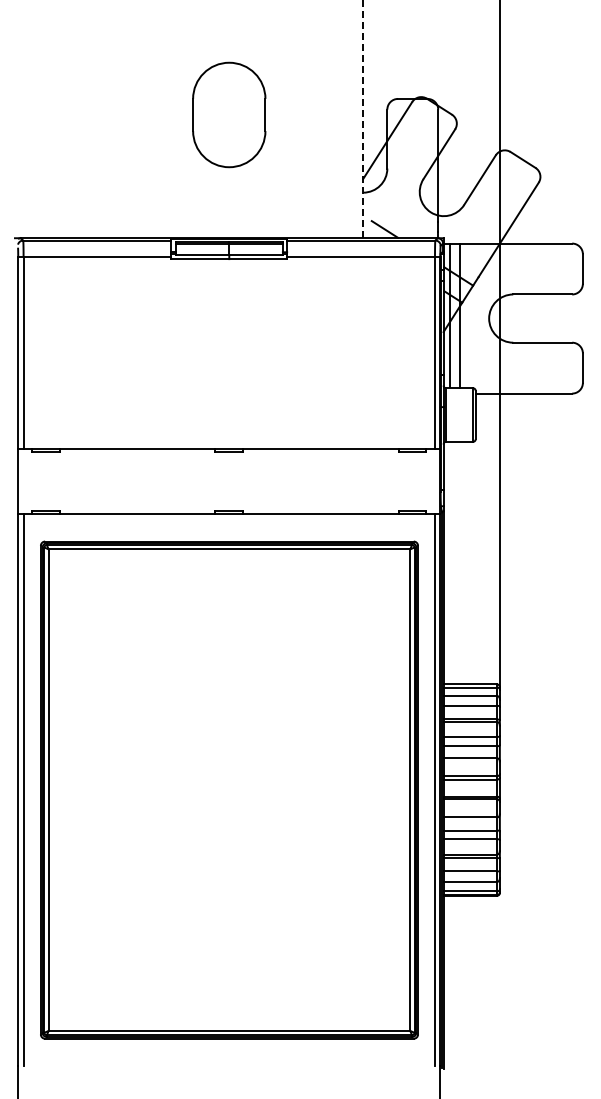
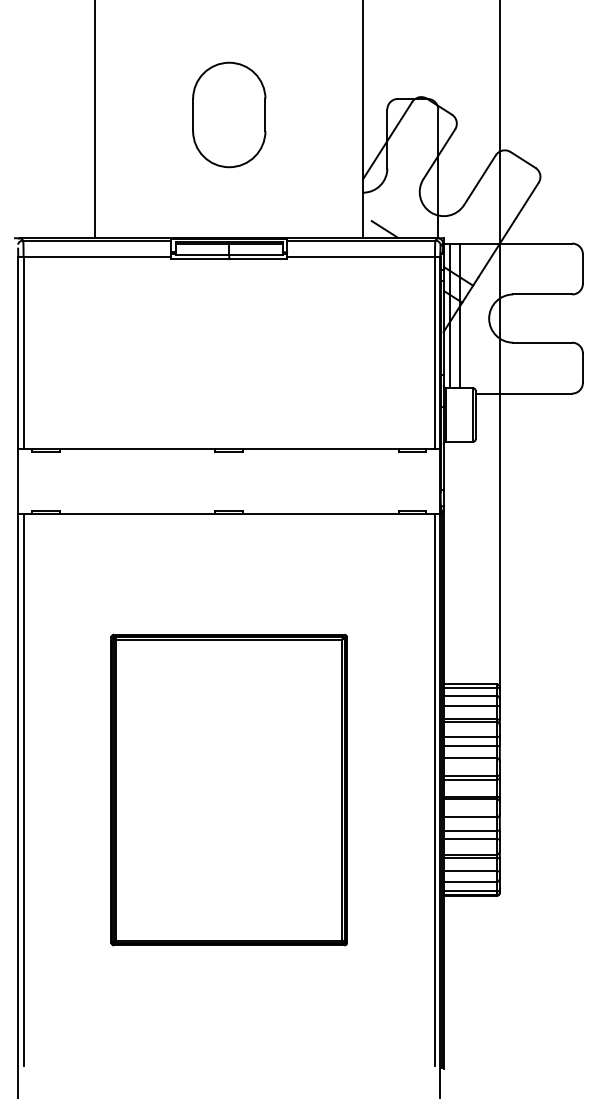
line at (363, 119): dashed -> solid
line at (95, 120): none -> present
part at (229, 789) size: 379x500 px -> 238x314 px
